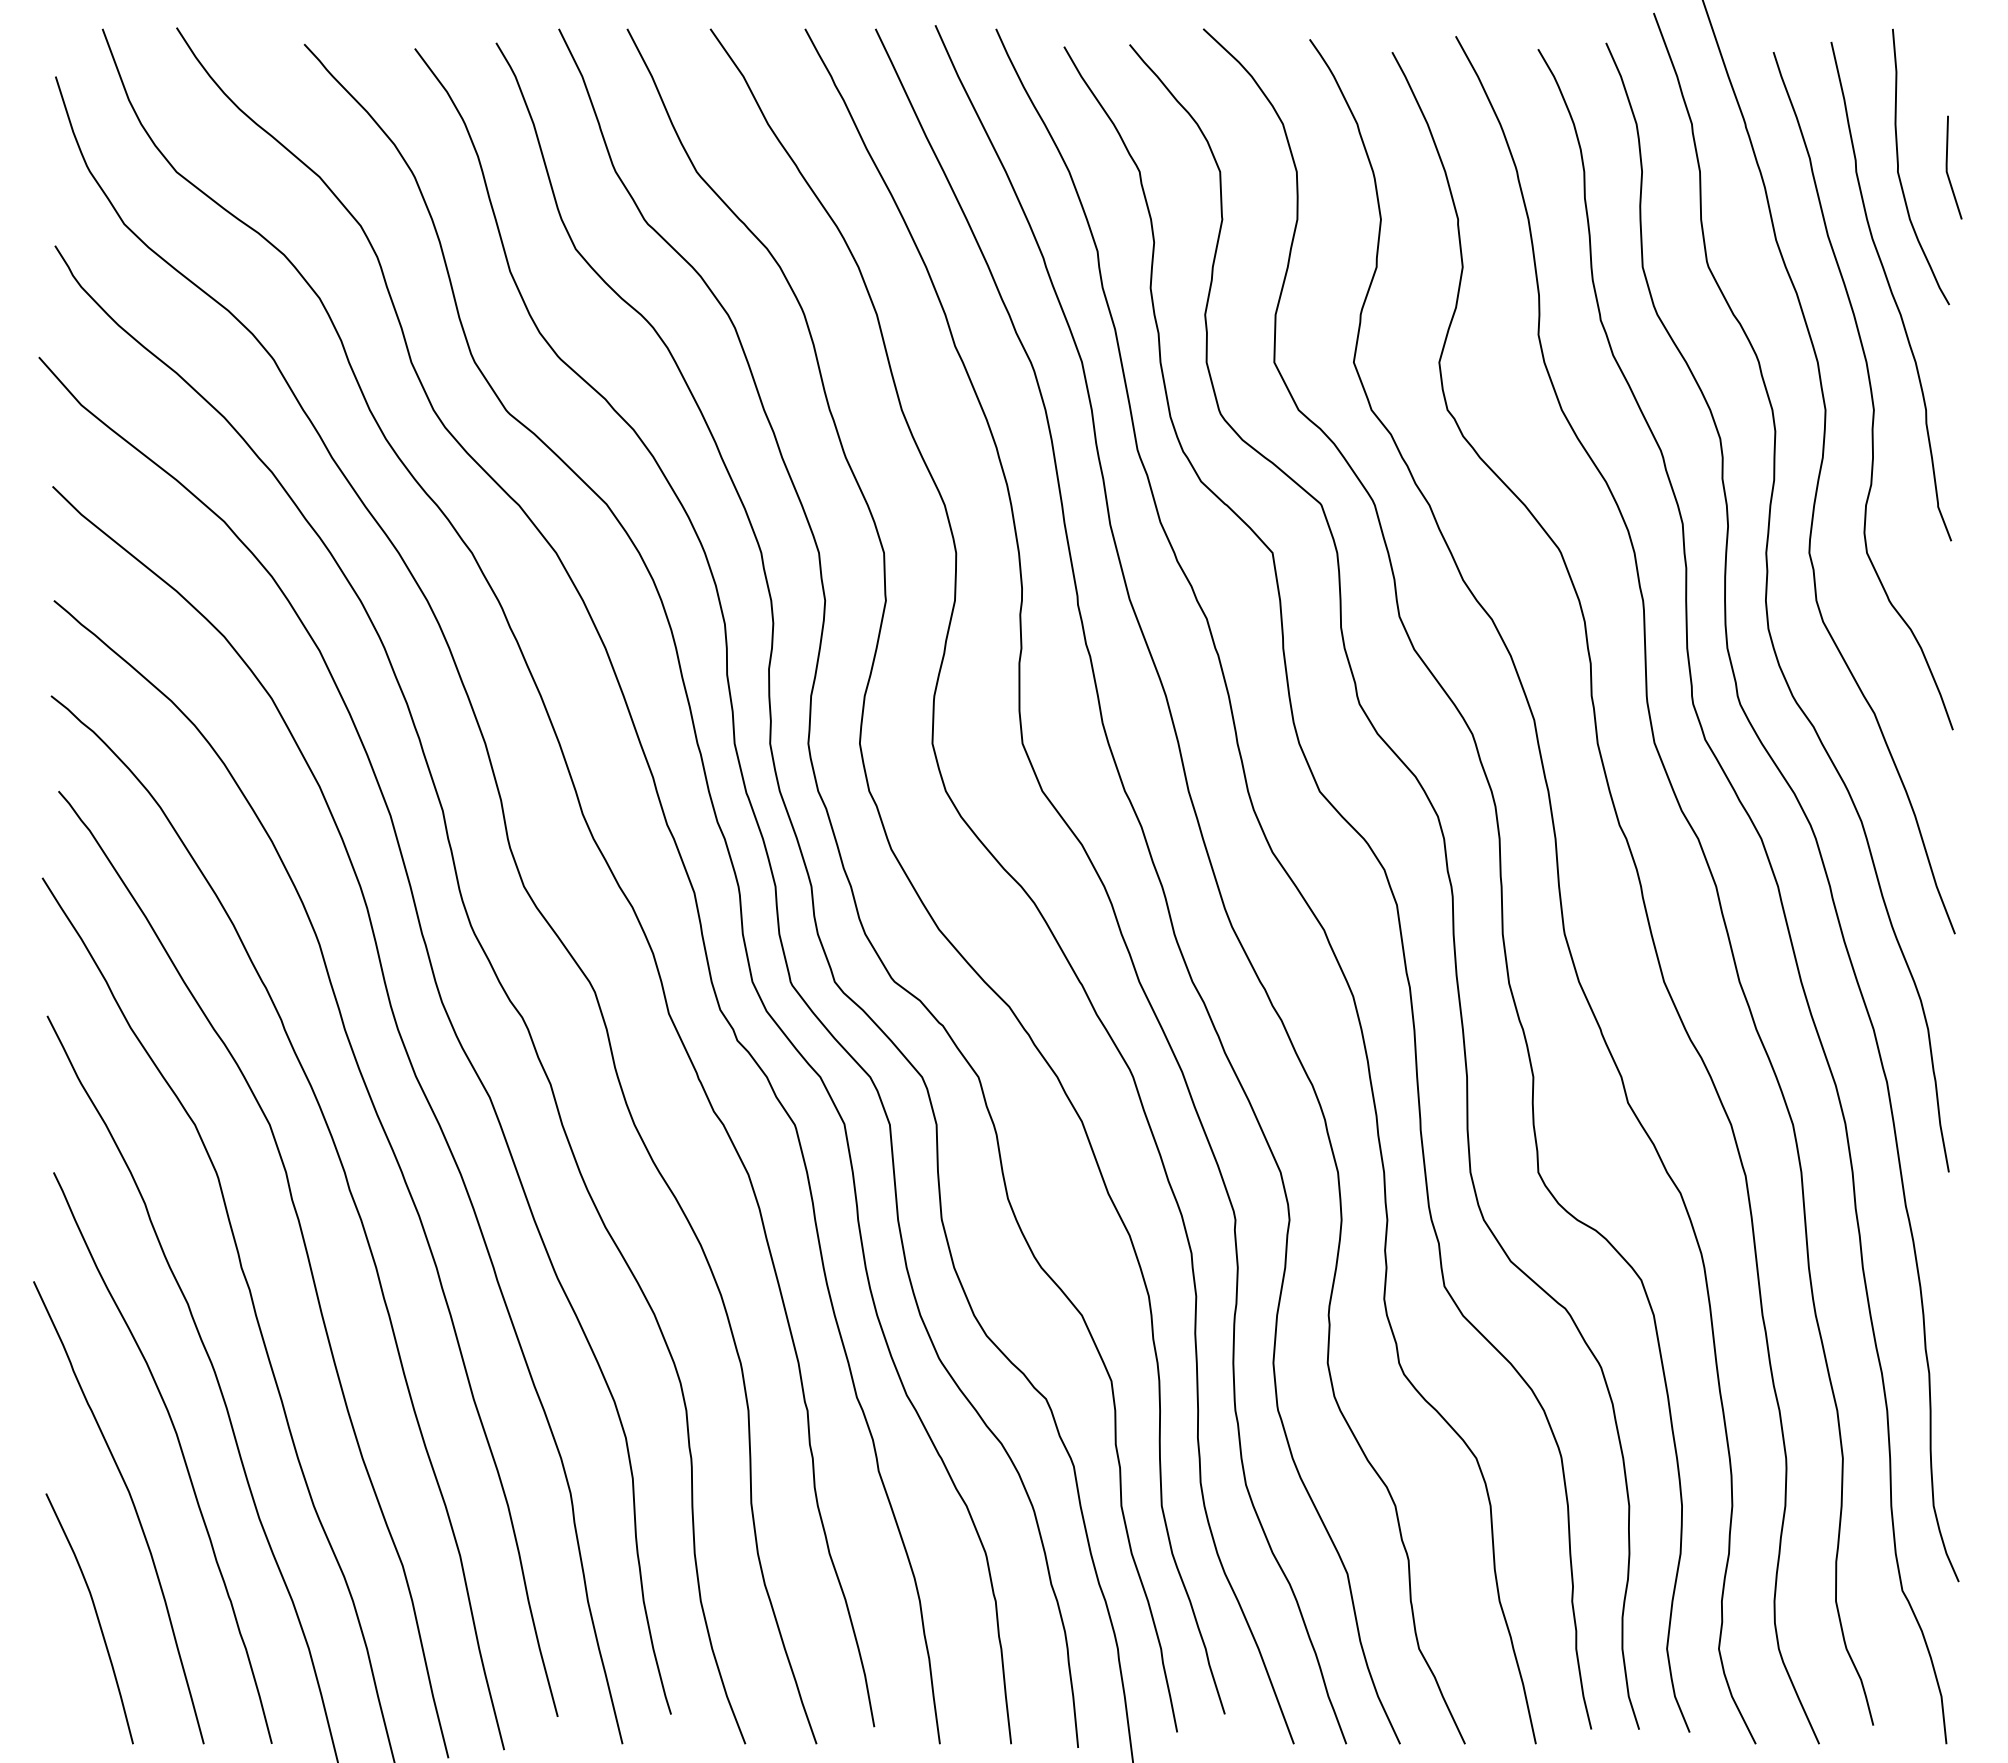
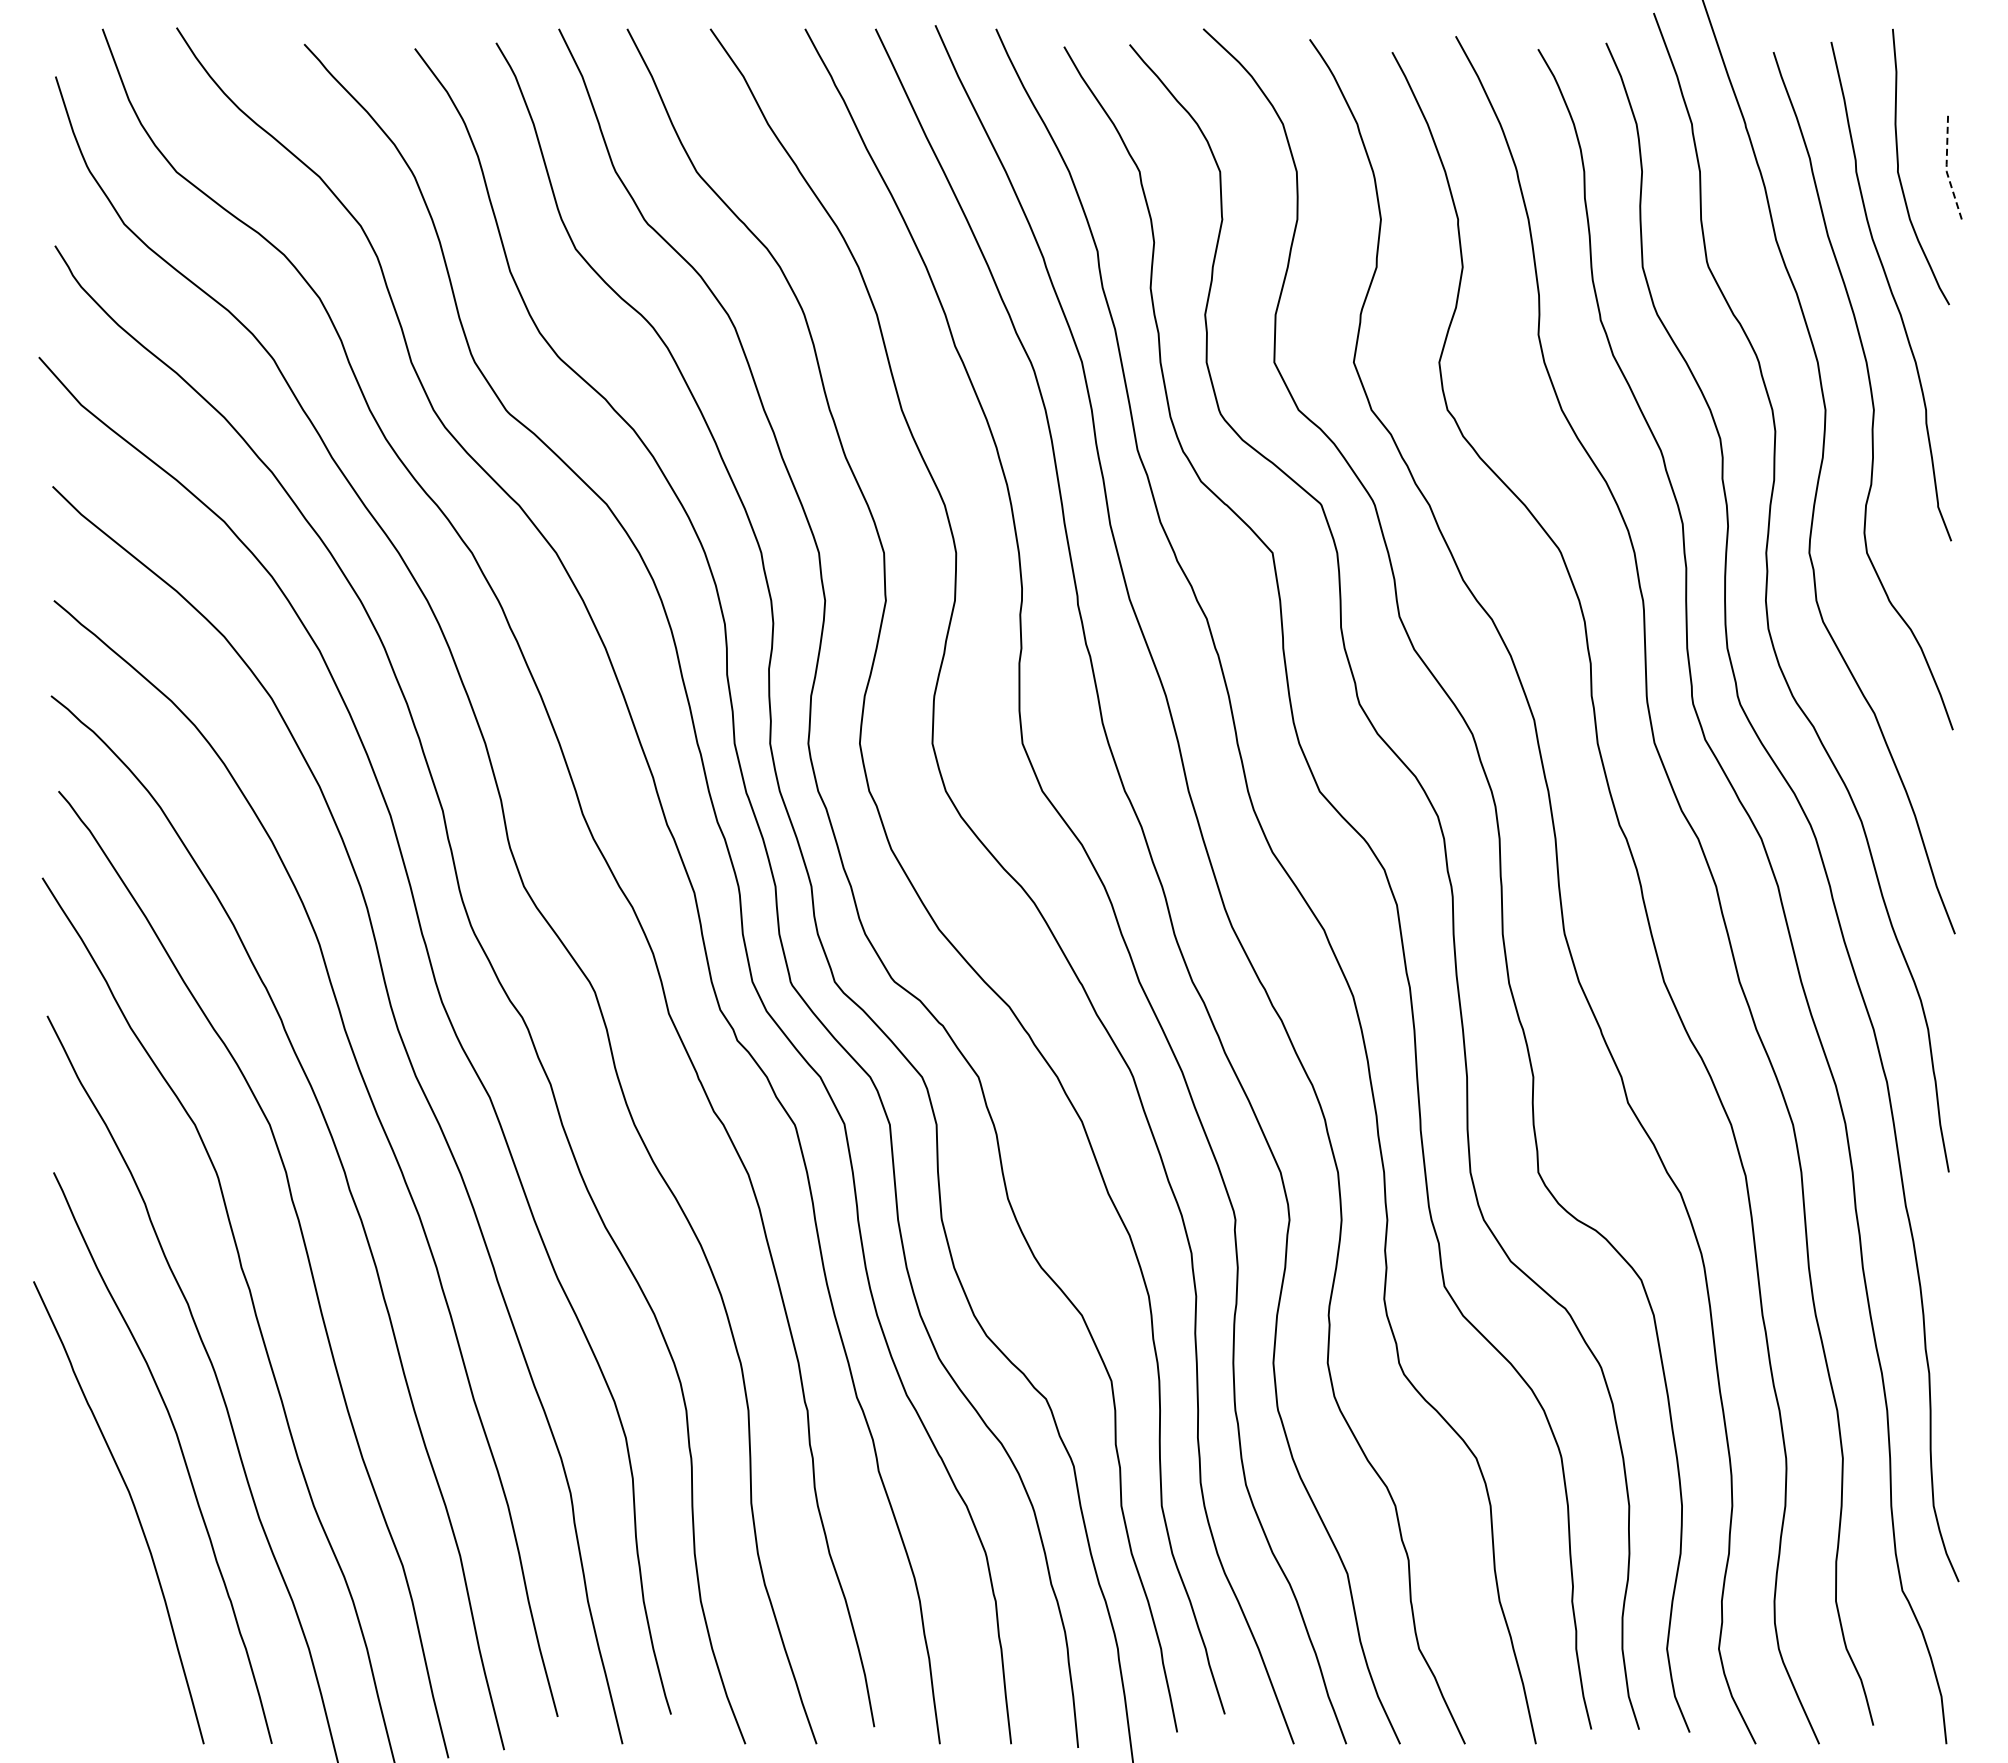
line at (1946, 168): solid -> dashed
curve at (96, 1617): present -> none
